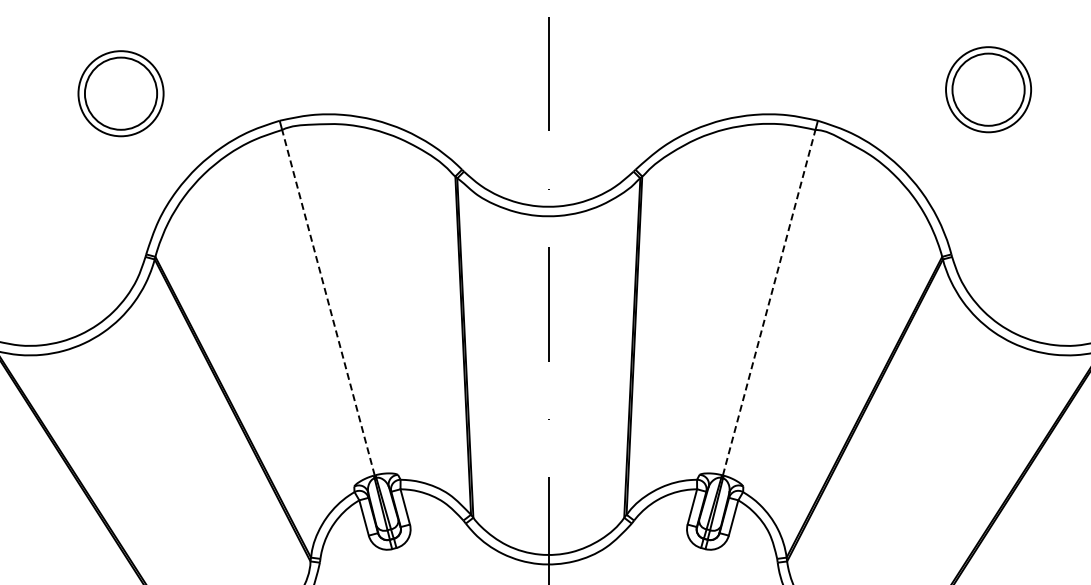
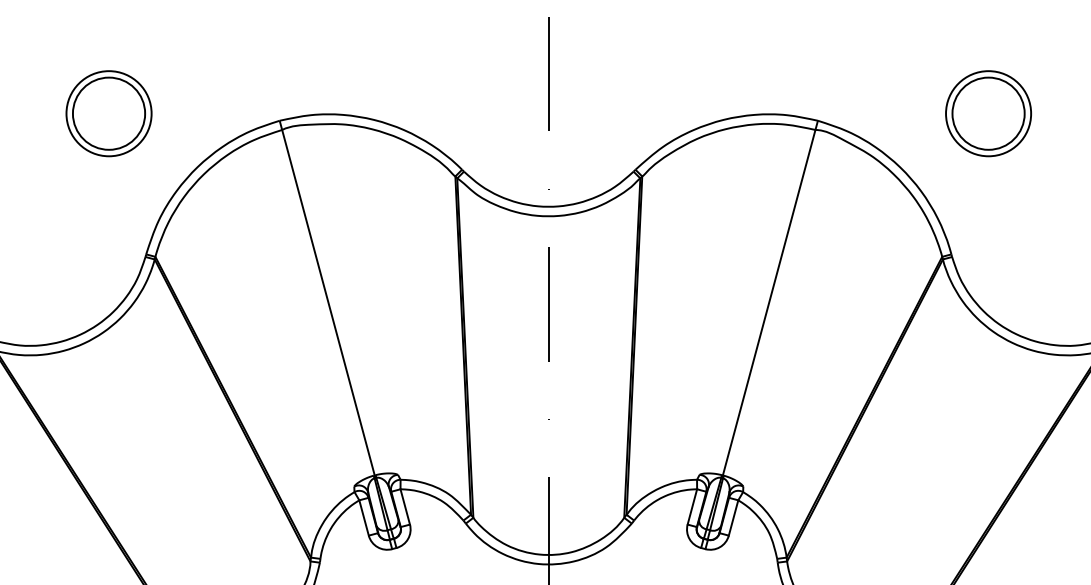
part at (988, 89) position: (988, 89) -> (988, 113)
part at (120, 93) position: (120, 93) -> (108, 113)
line at (328, 302): dashed -> solid
line at (769, 302): dashed -> solid
